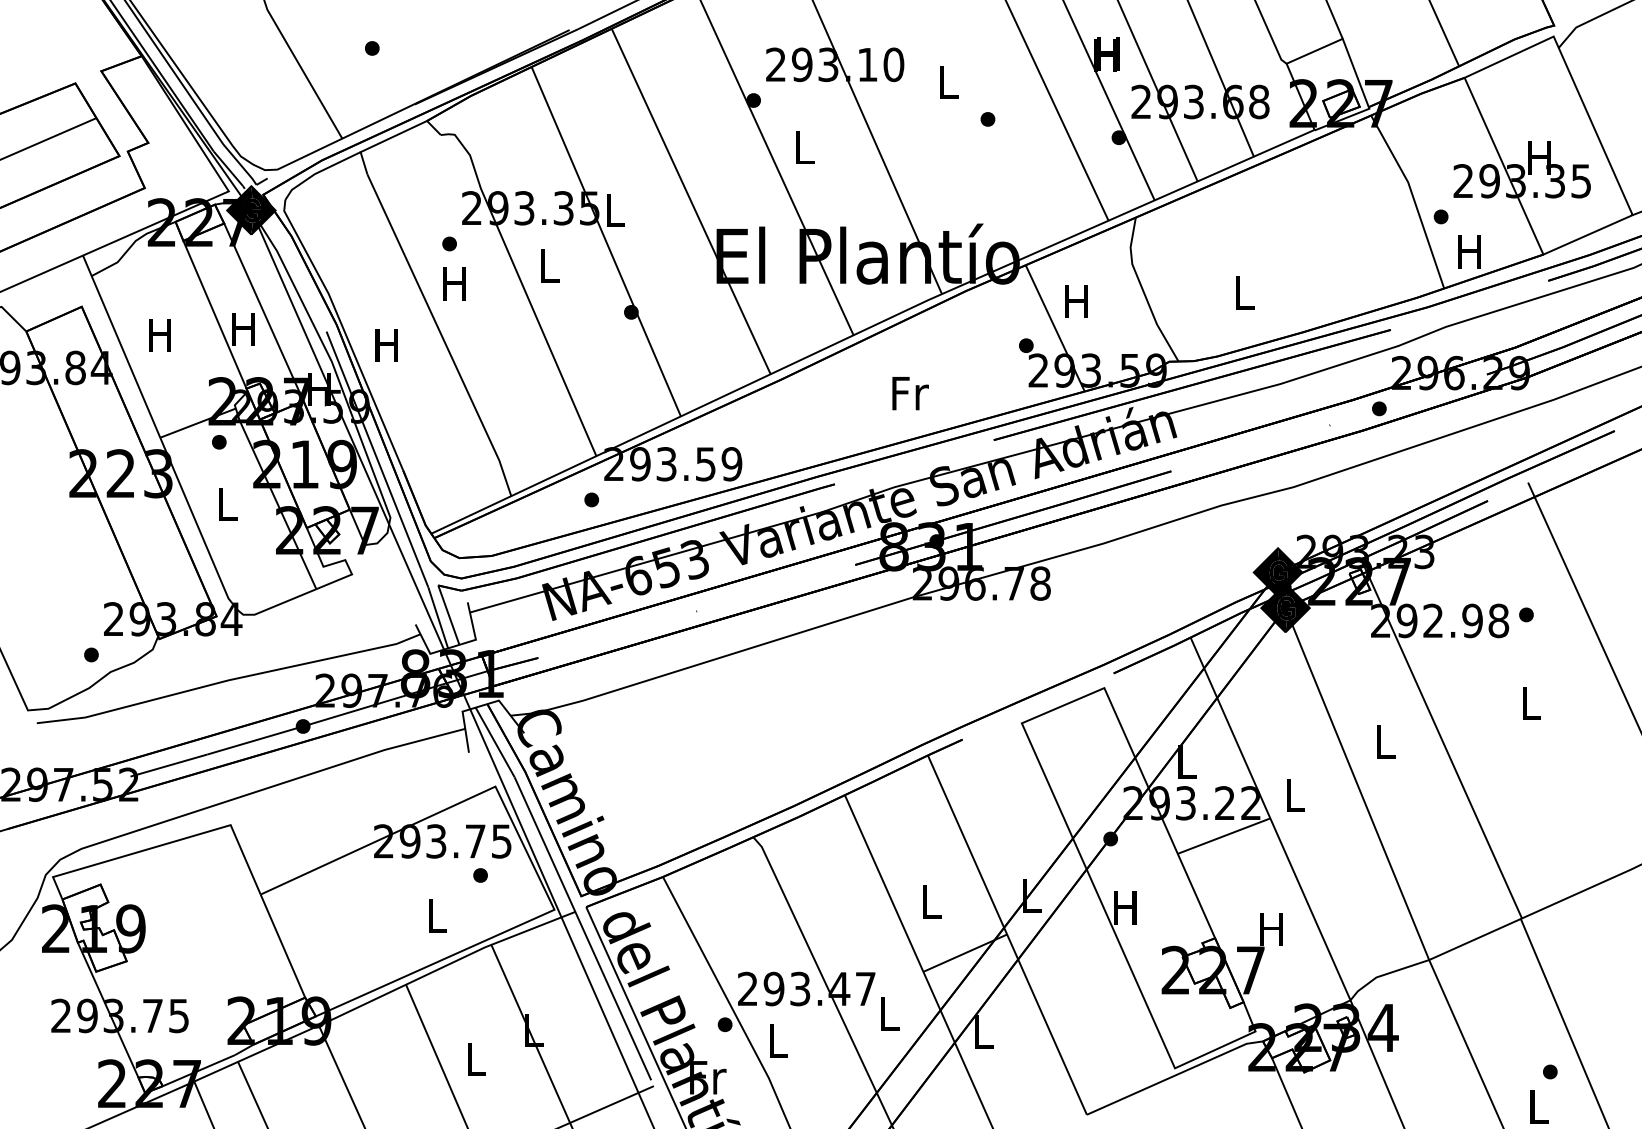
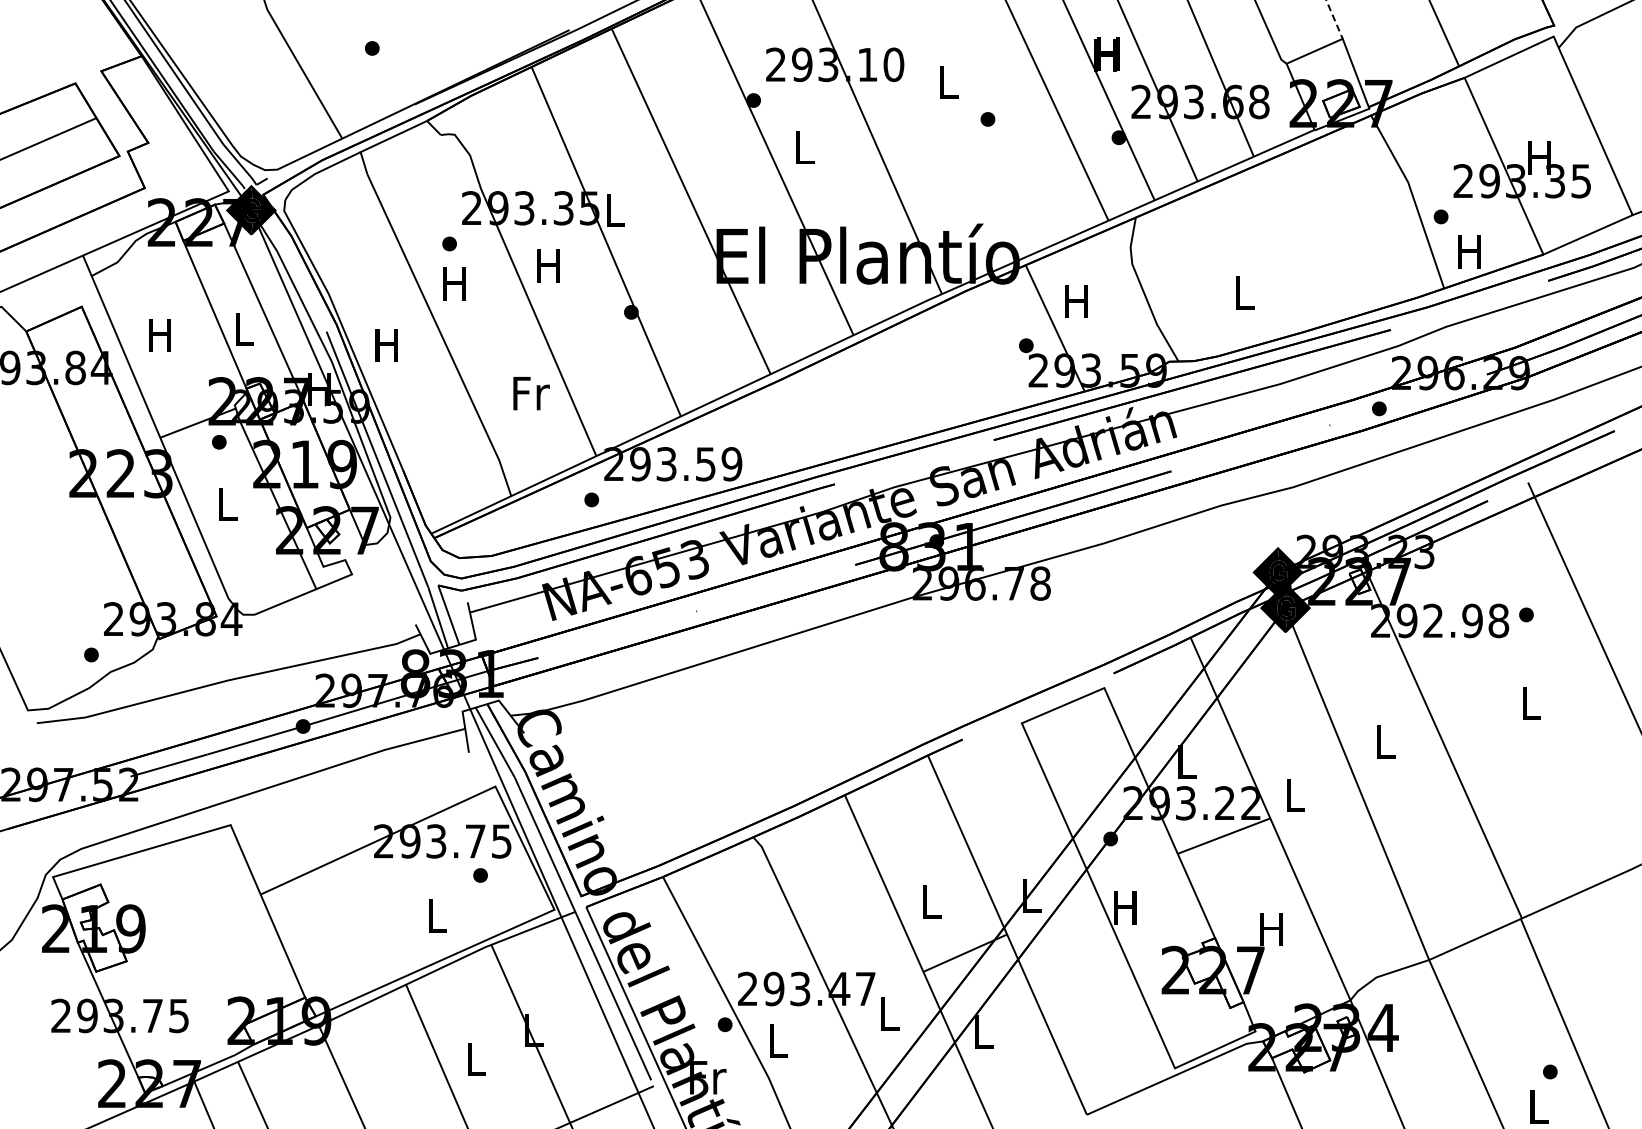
line at (1334, 19): solid -> dashed
text at (548, 265): L -> H
text at (243, 329): H -> L
text at (910, 393) position: (910, 393) -> (531, 393)
